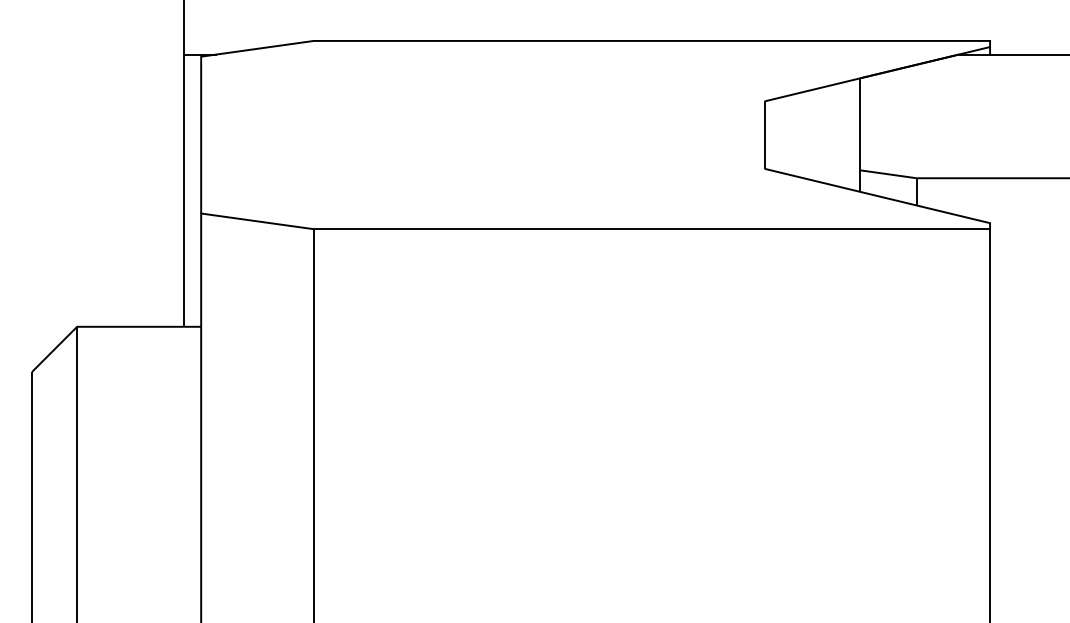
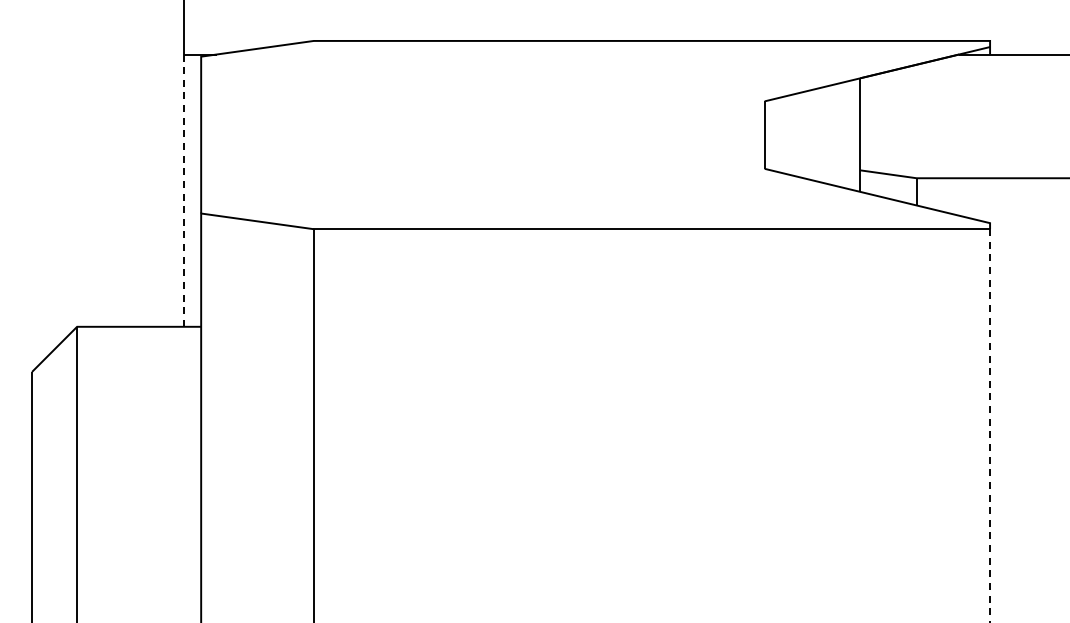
line at (183, 190): solid -> dashed
line at (990, 426): solid -> dashed
